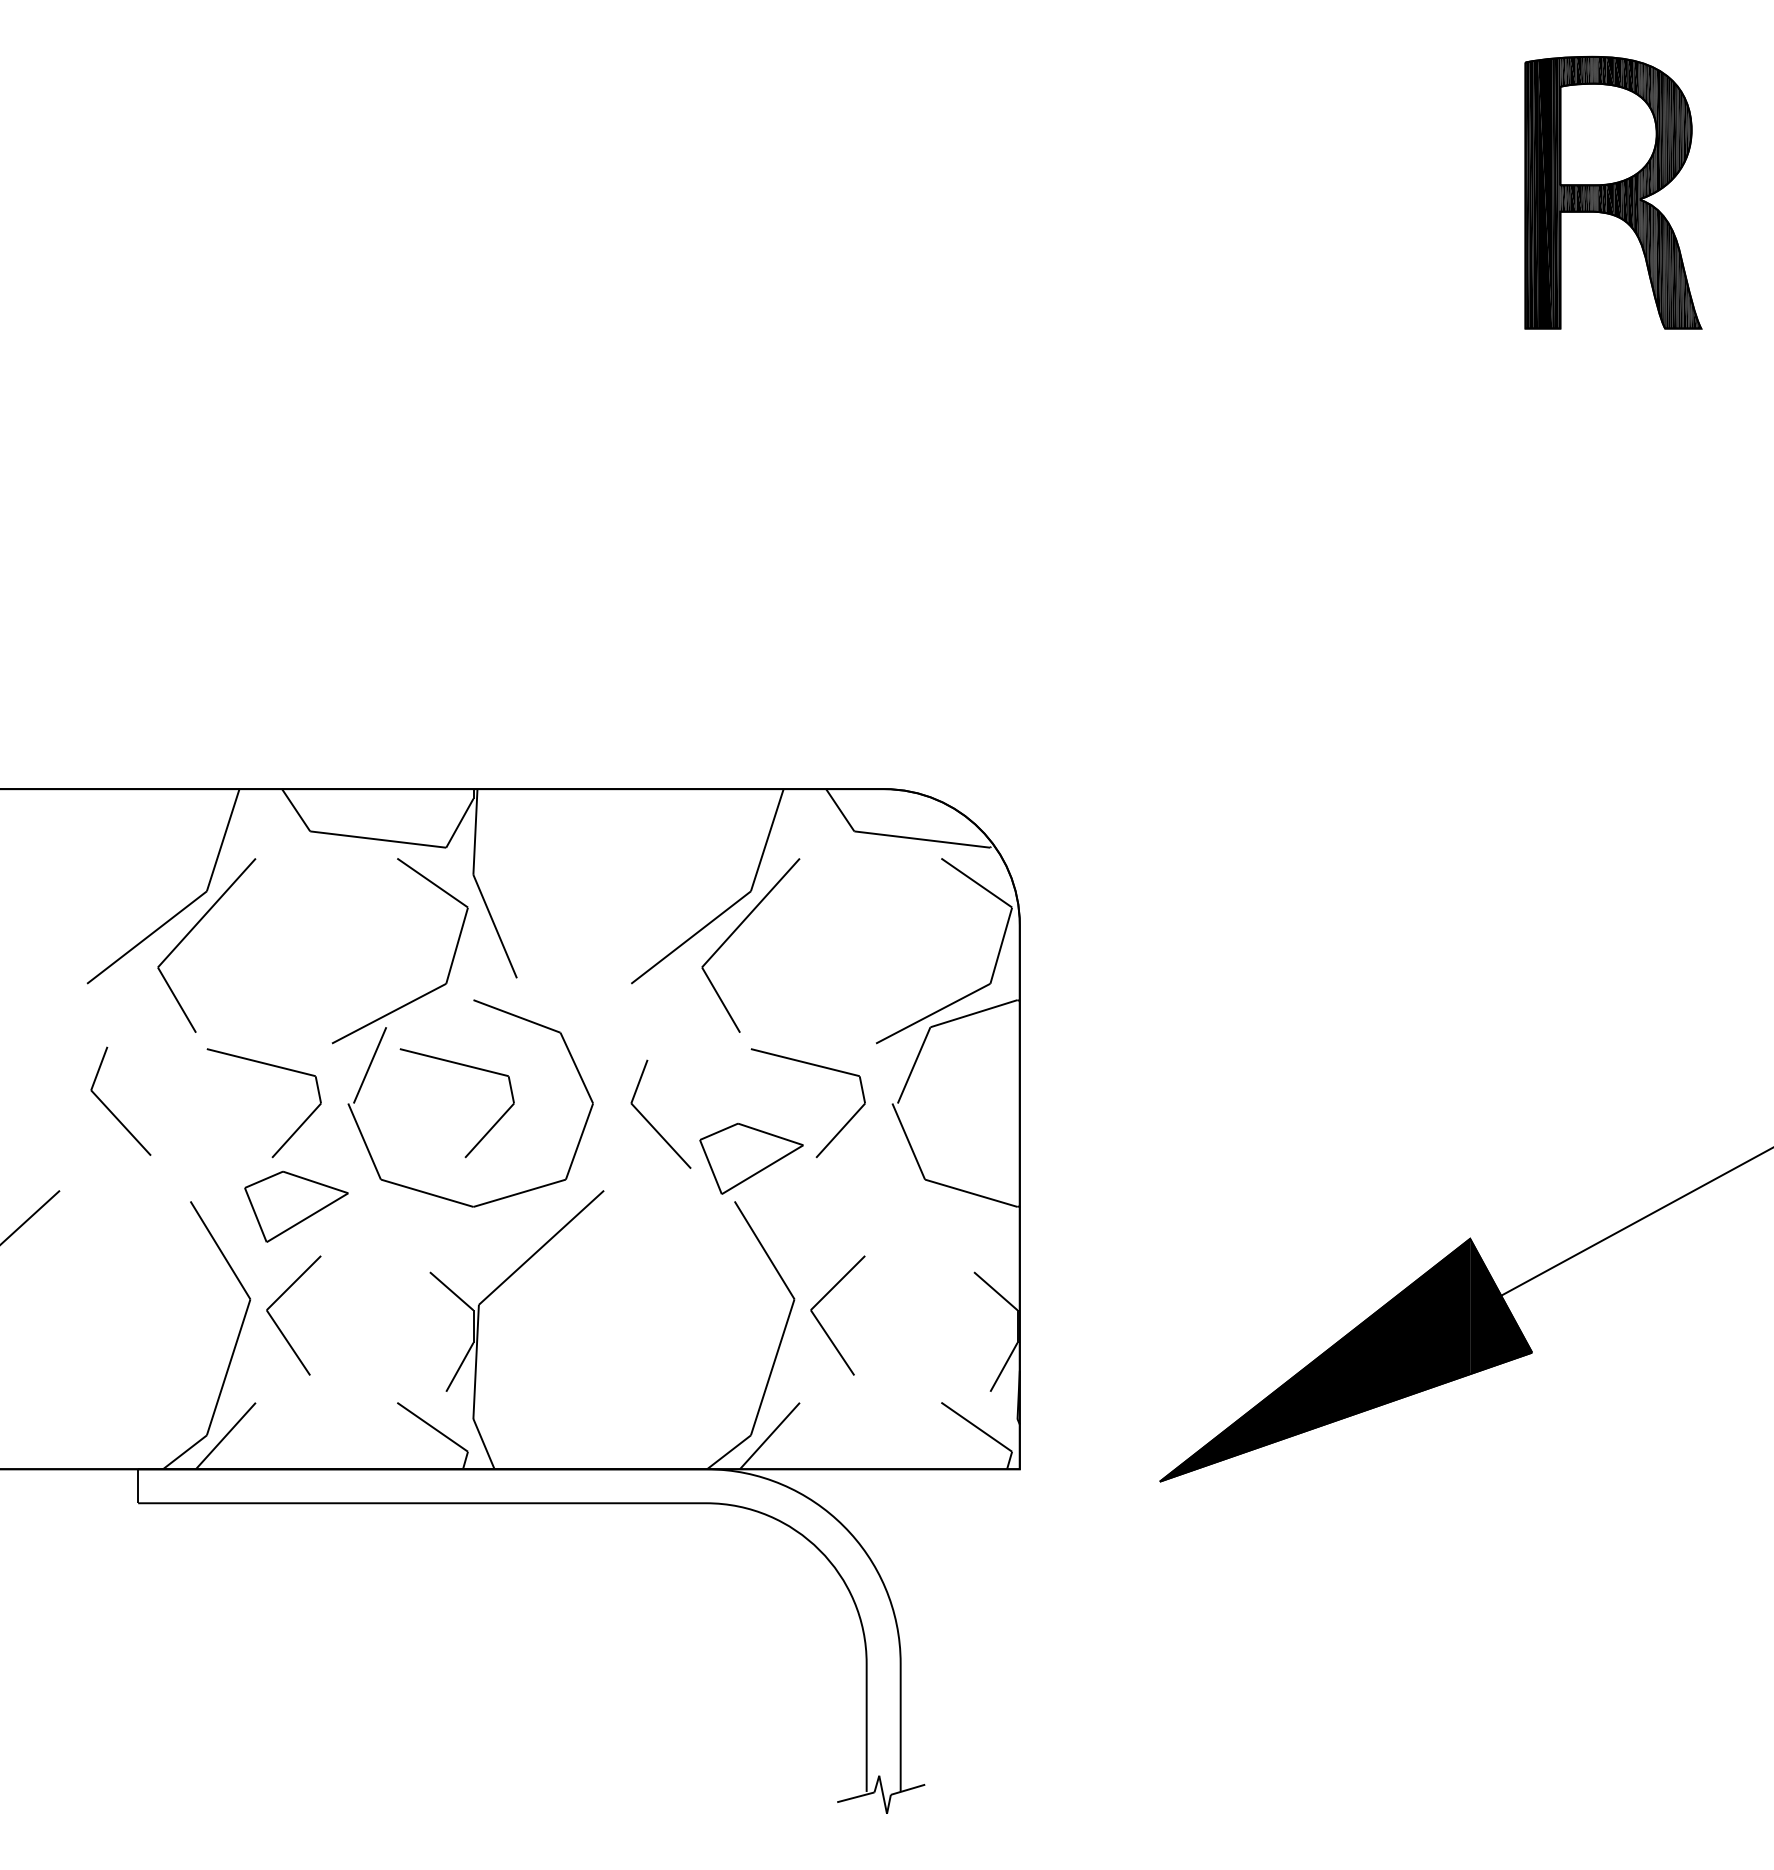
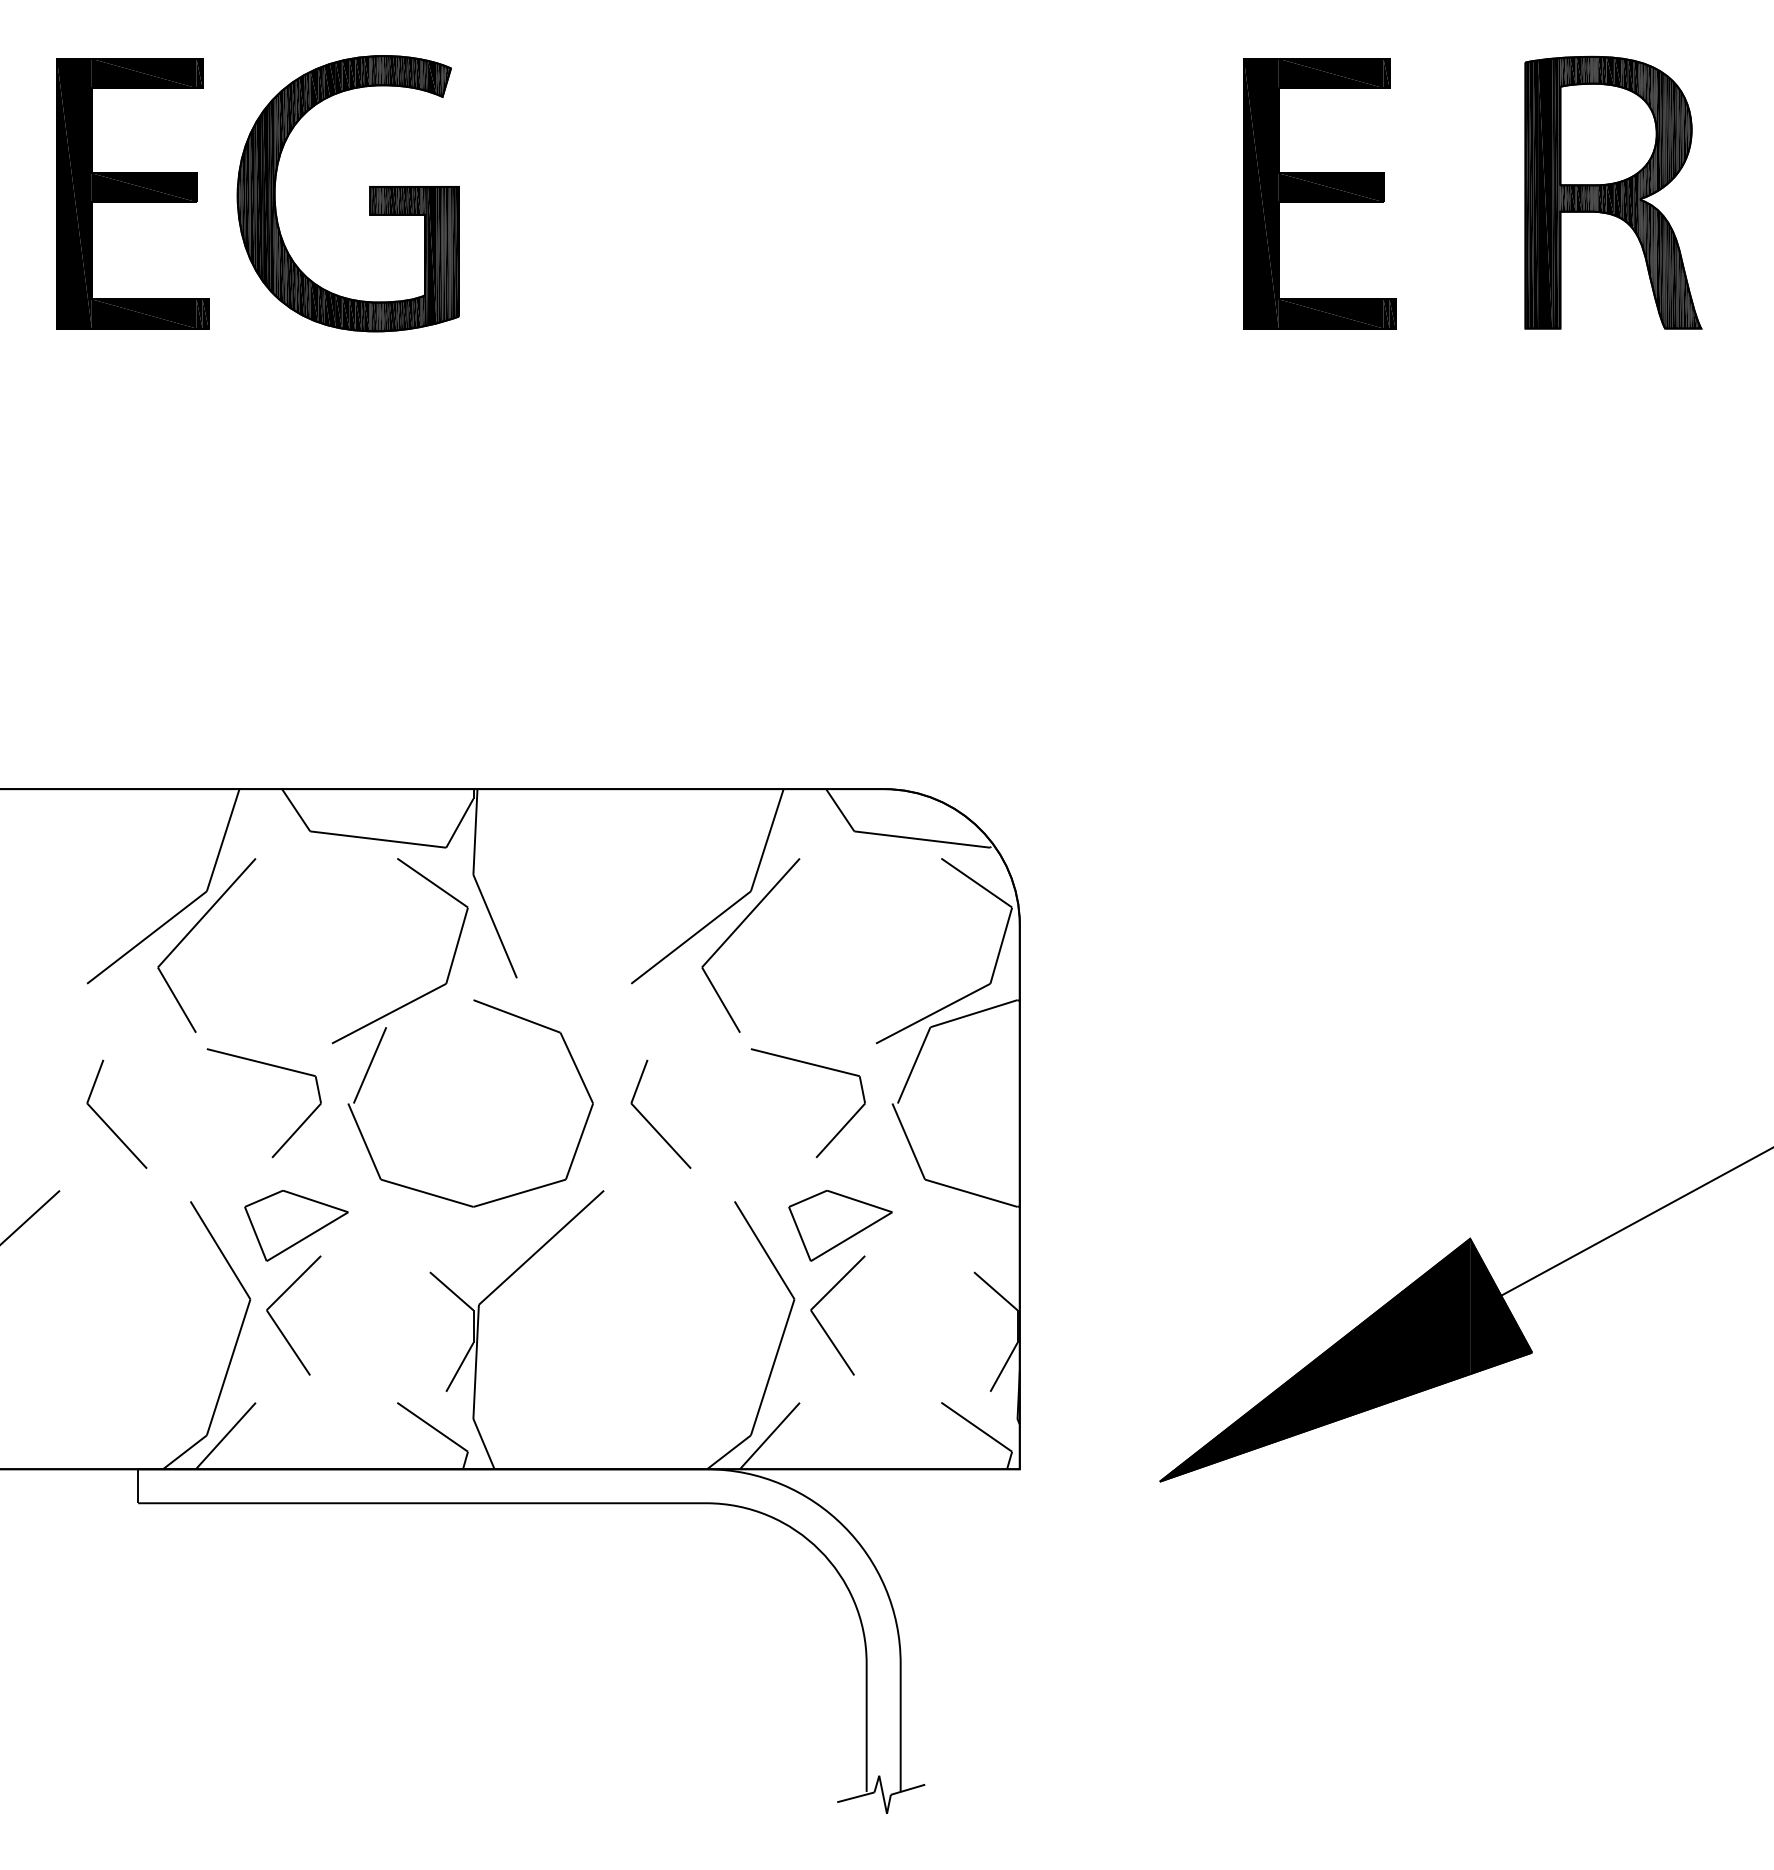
part at (132, 193): none -> present
part at (369, 193): none -> present
part at (1319, 193): none -> present
part at (464, 1066): present -> none
part at (110, 1109) position: (110, 1109) -> (106, 1122)
part at (751, 1158) position: (751, 1158) -> (840, 1225)
part at (296, 1206) position: (296, 1206) -> (296, 1225)
